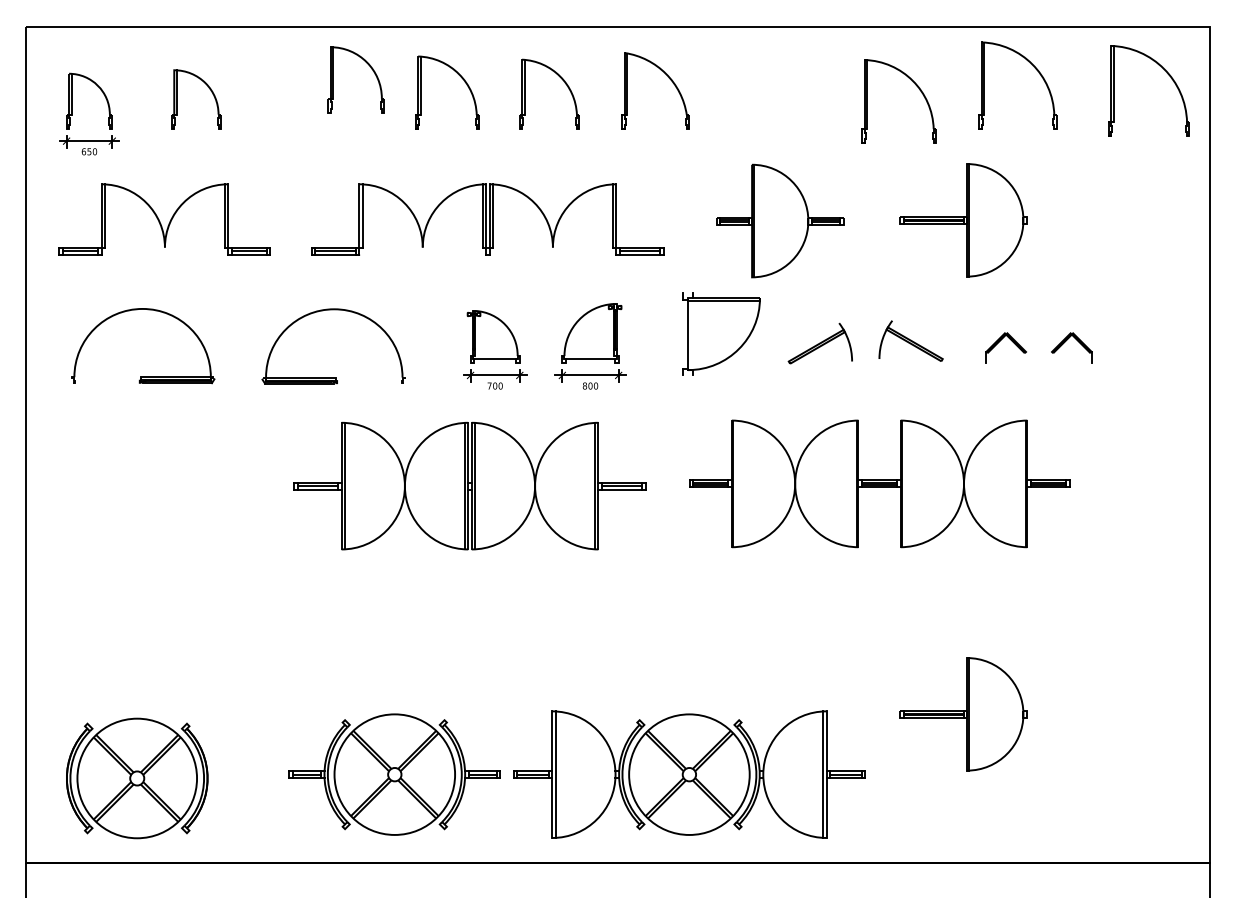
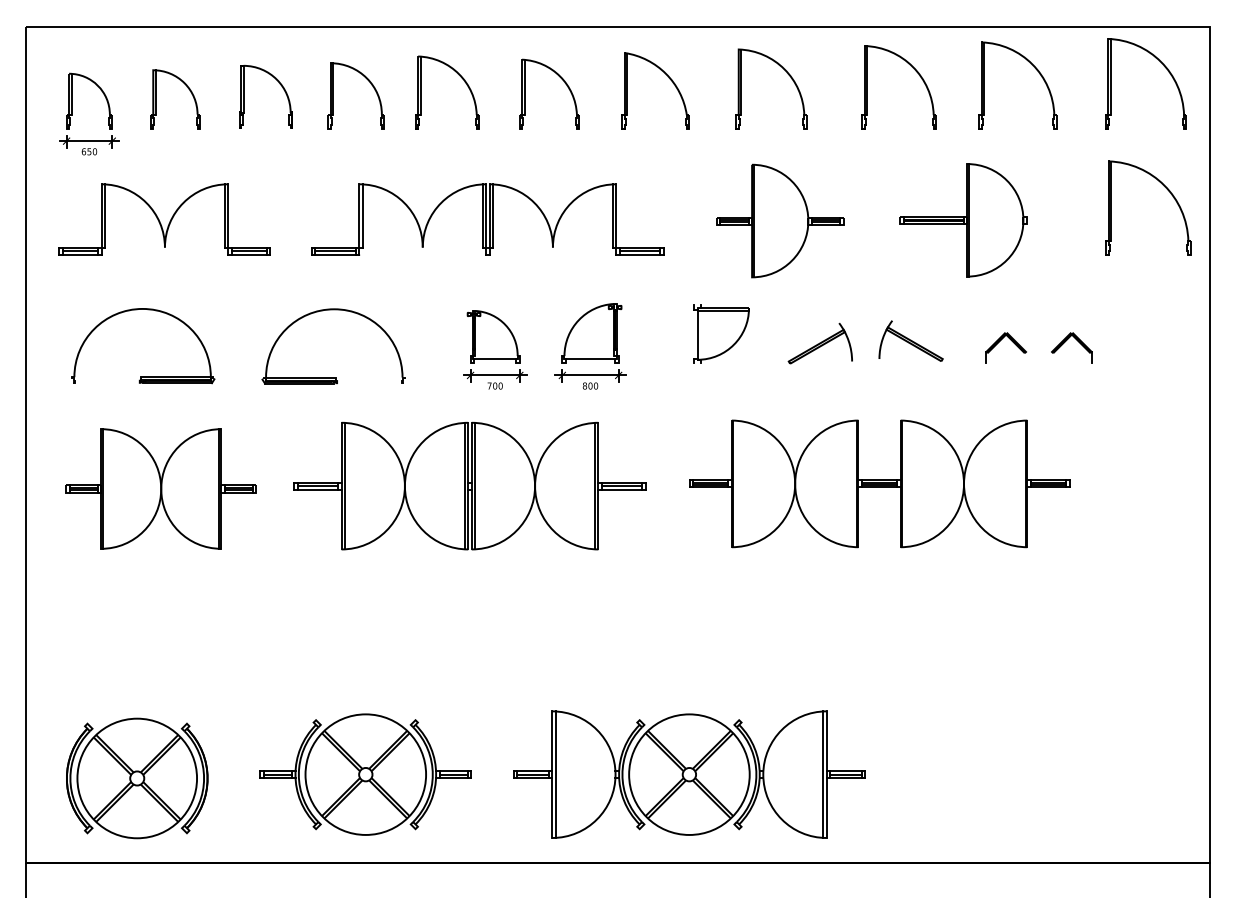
part at (371, 69) position: (371, 69) -> (371, 85)
part at (787, 74): none -> present
part at (1167, 74) position: (1167, 74) -> (1164, 67)
part at (279, 84): none -> present
part at (914, 84) position: (914, 84) -> (914, 70)
part at (208, 88) position: (208, 88) -> (187, 88)
part at (1166, 189): none -> present
part at (721, 333) size: 79x84 px -> 57x60 px
part at (160, 488): none -> present
part at (963, 714): present -> none
part at (394, 774) position: (394, 774) -> (365, 774)
